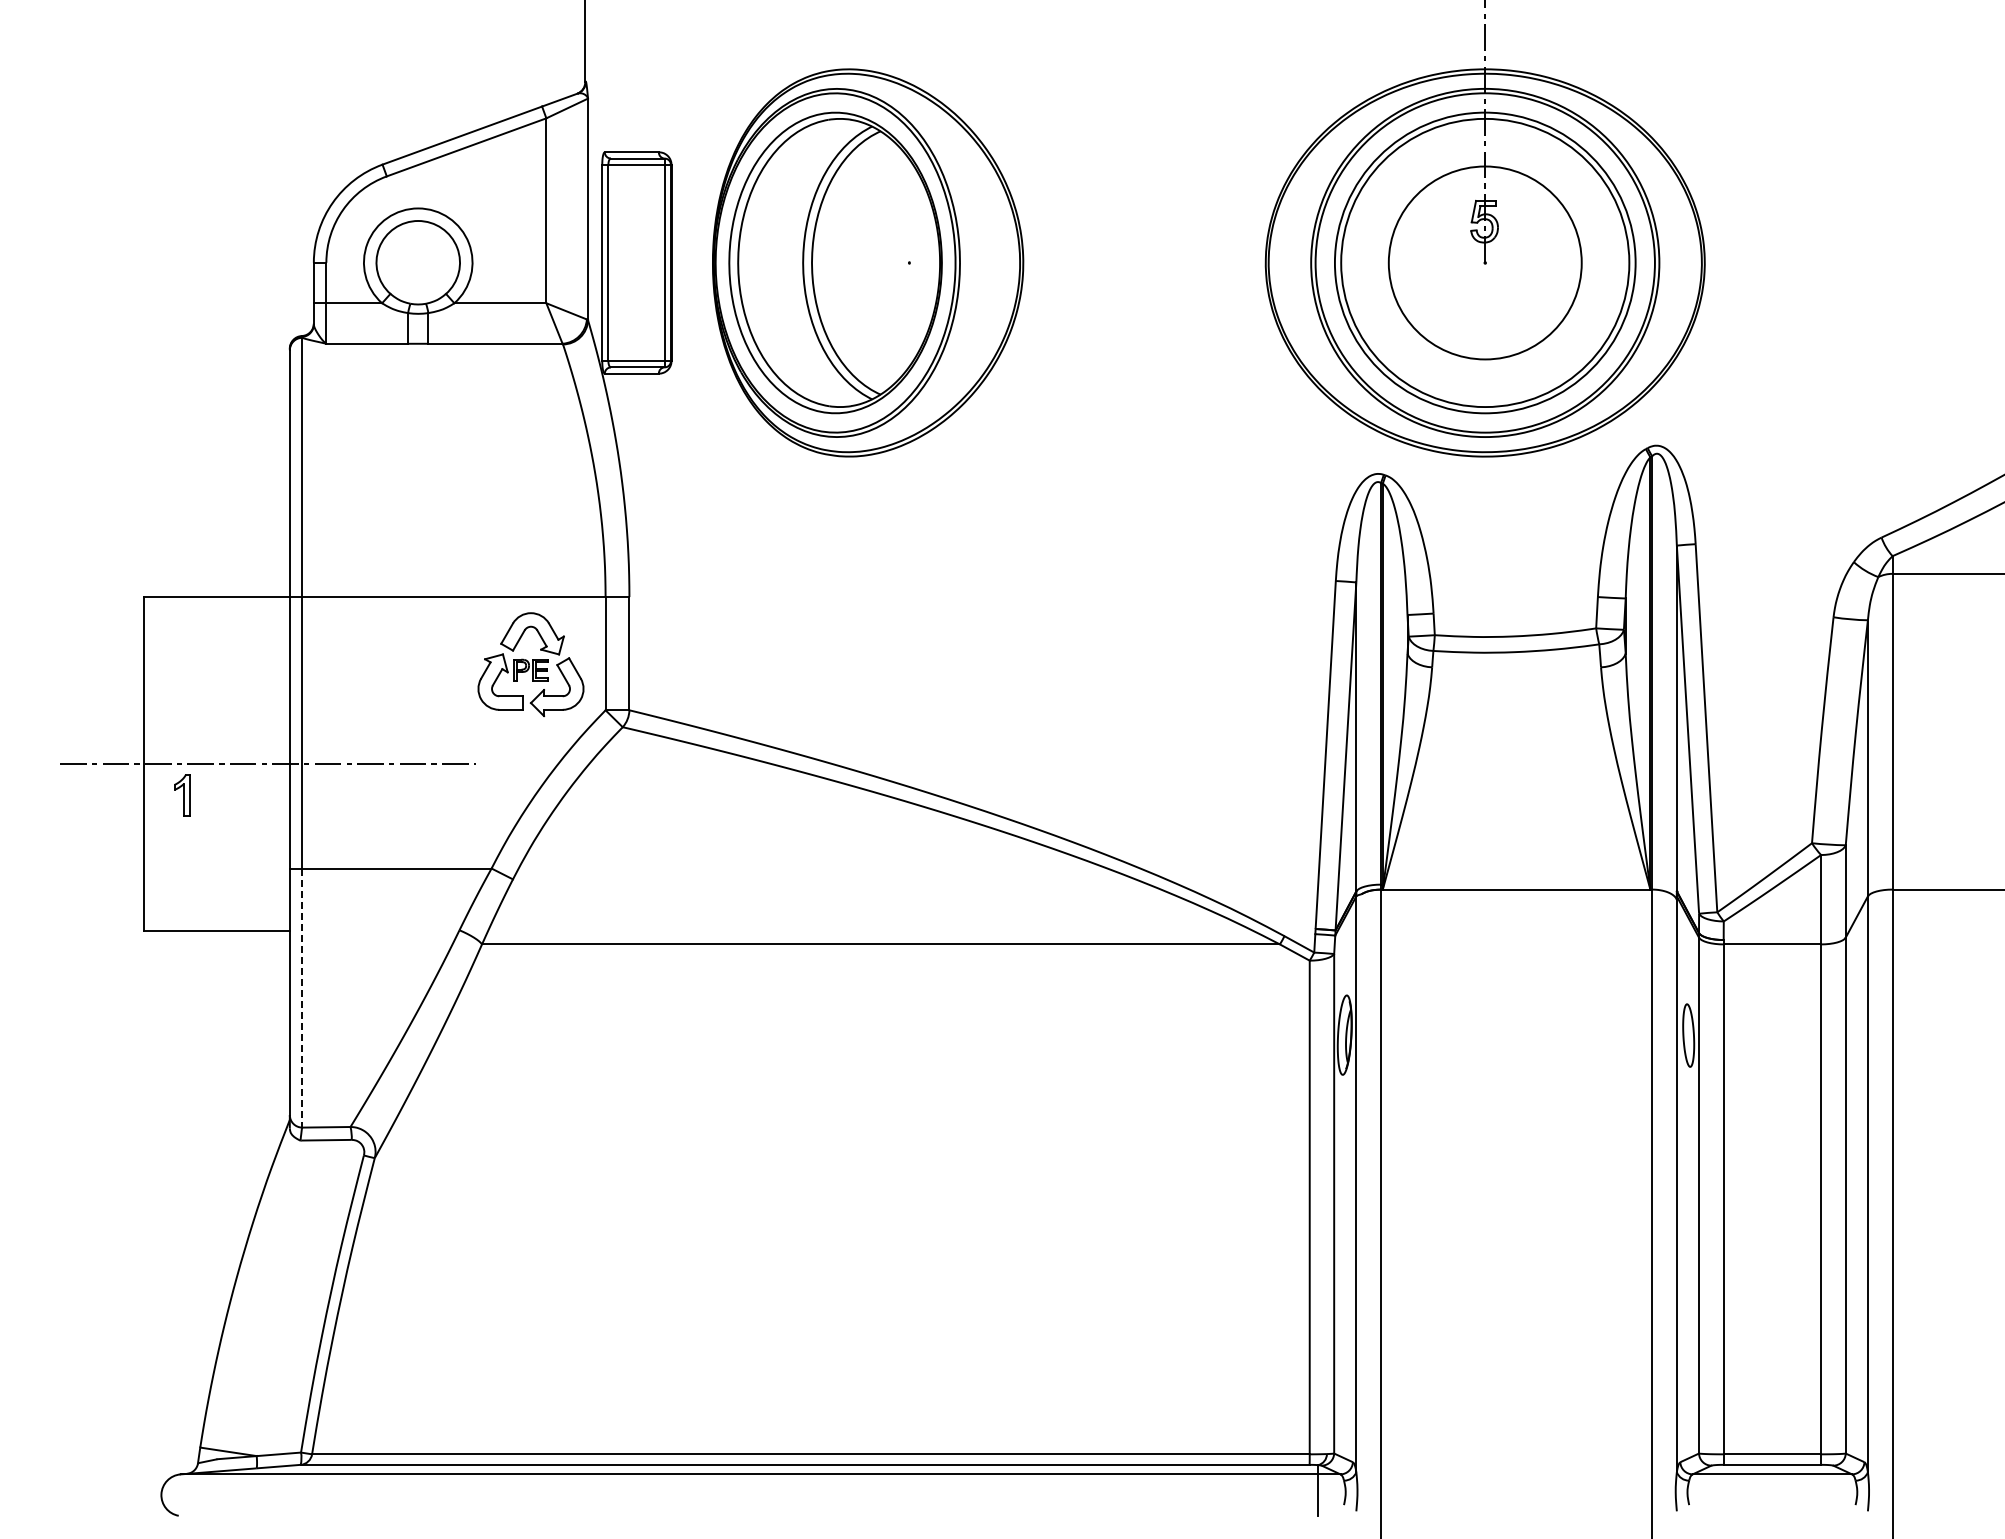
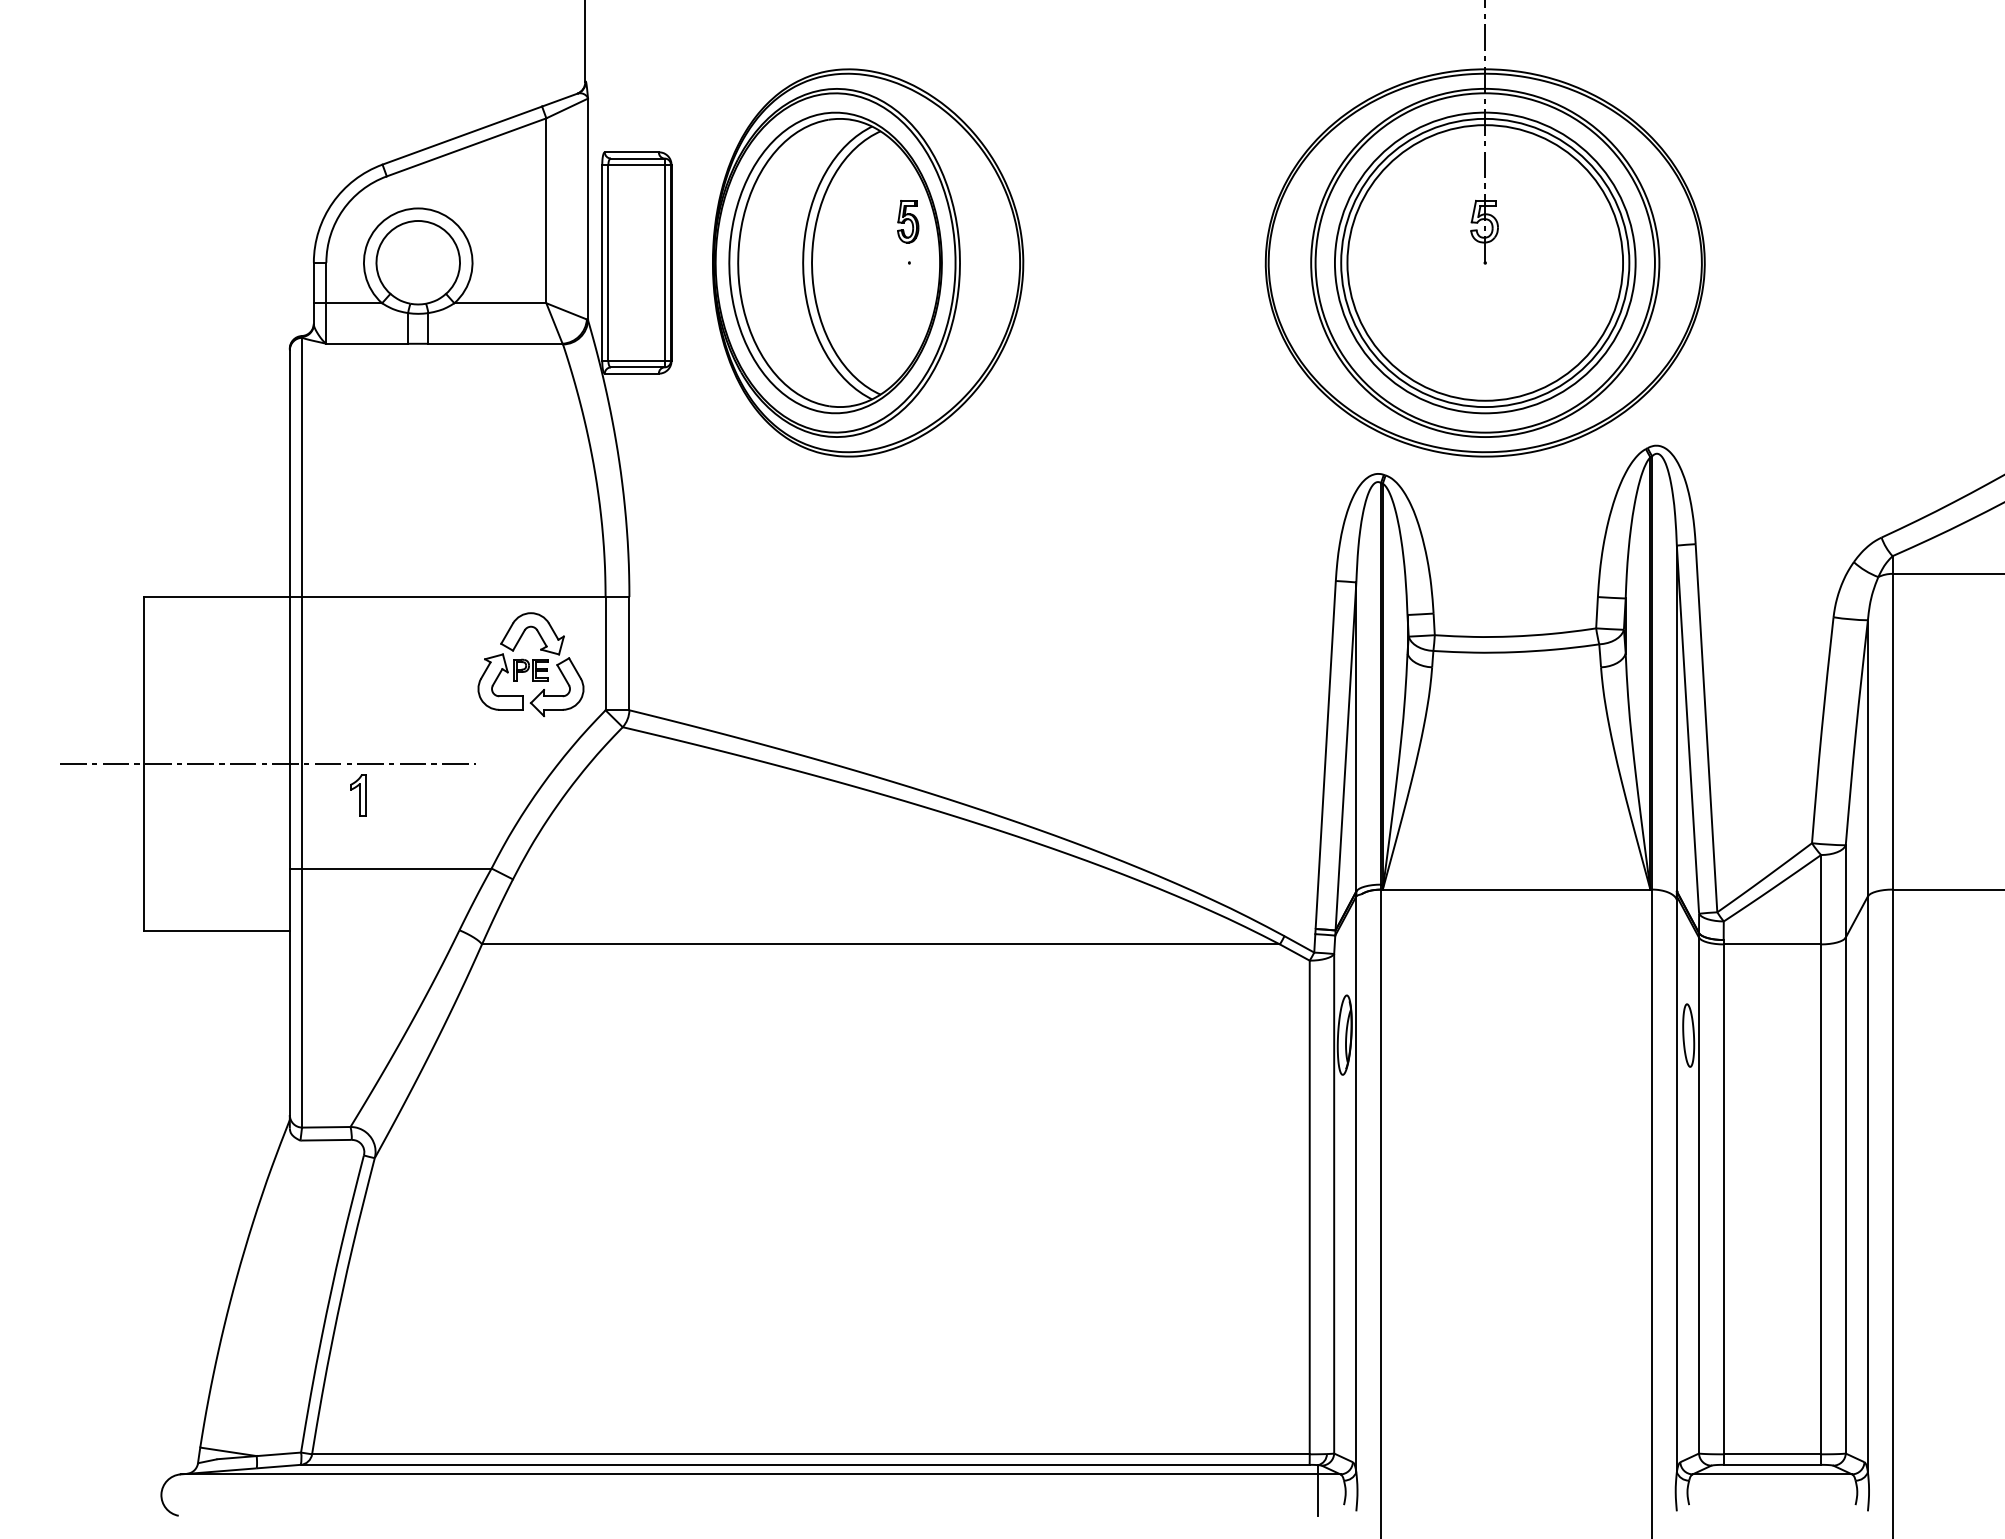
part at (908, 221): none -> present
circle at (1484, 262) diameter: 193 px -> 276 px
part at (182, 795) position: (182, 795) -> (358, 795)
line at (302, 998): dashed -> solid
